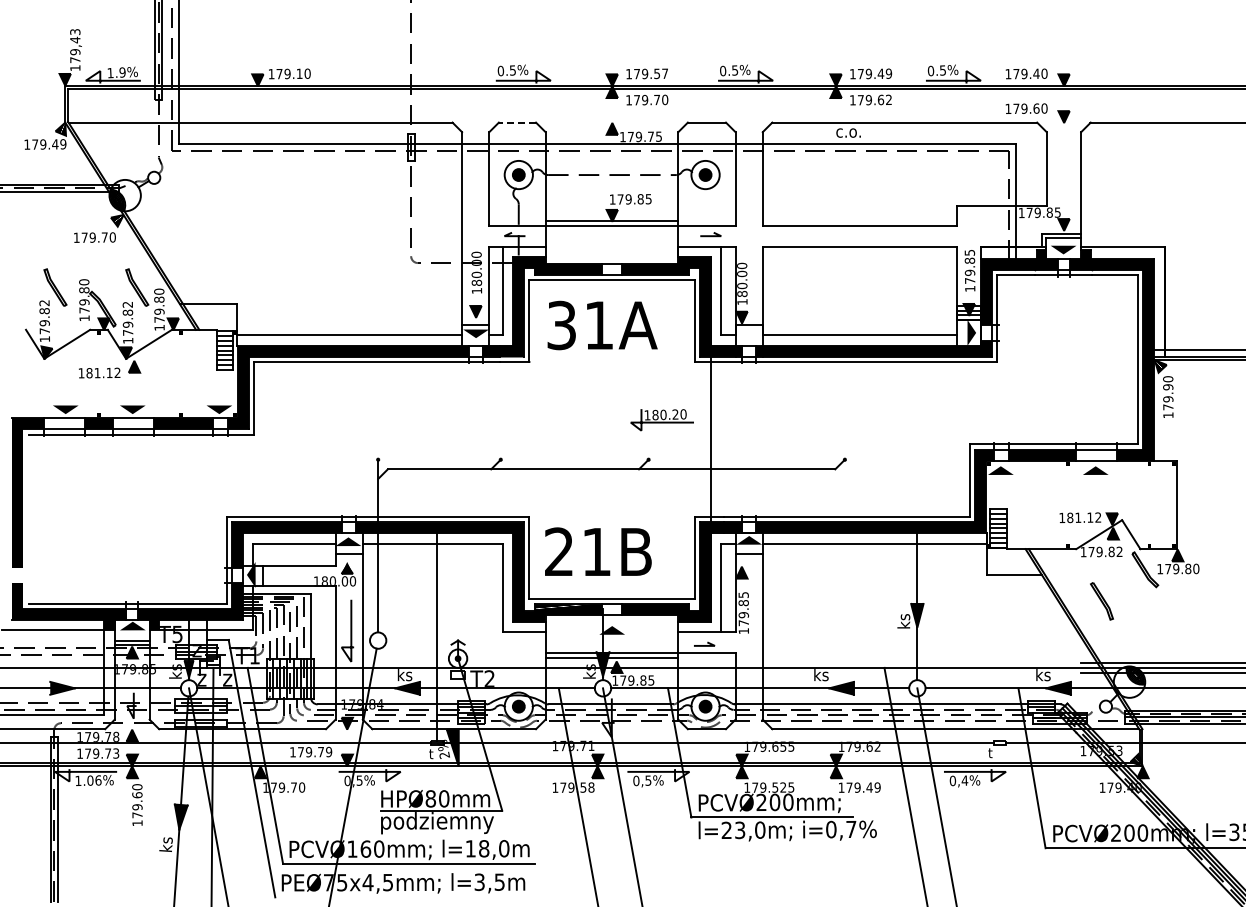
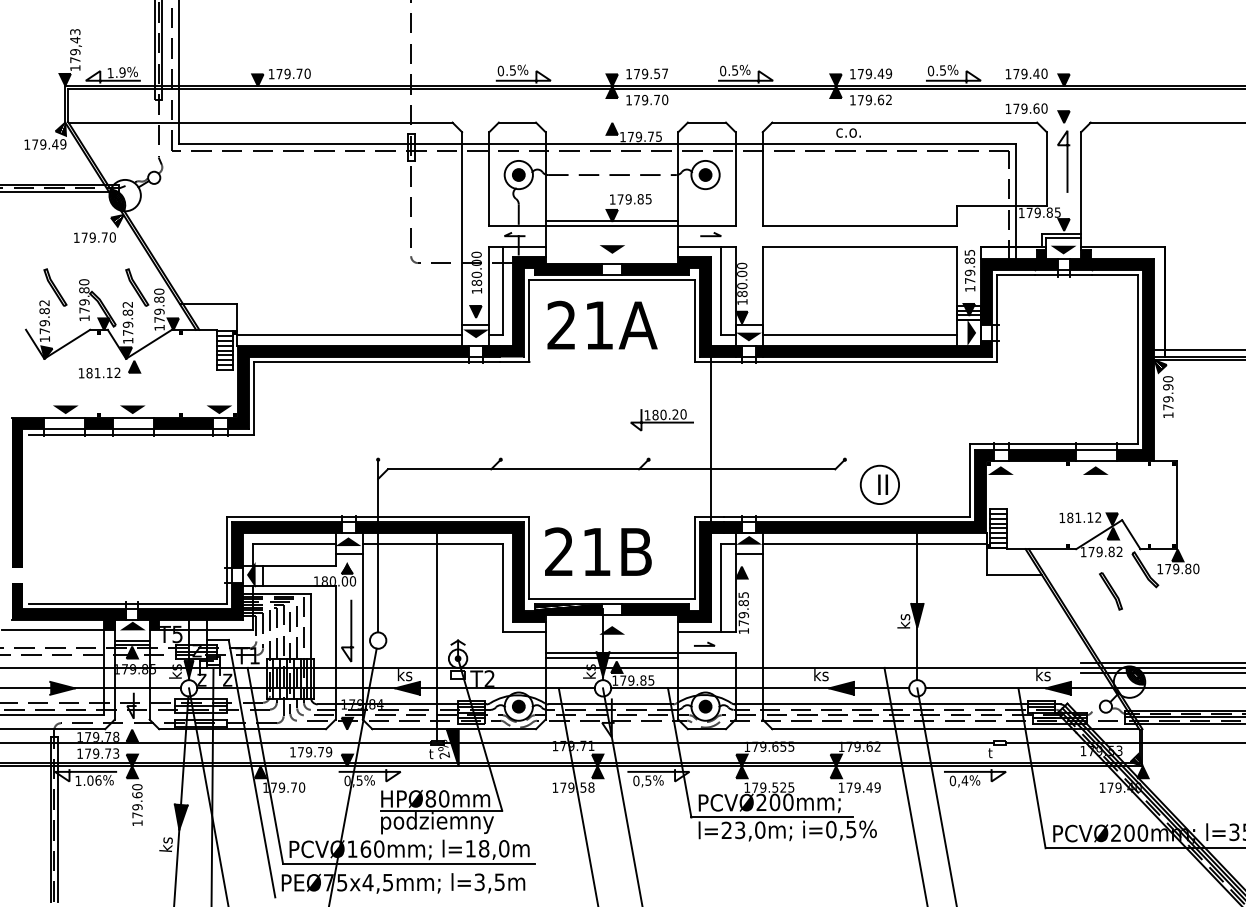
text at (299, 73): 179.10 -> 179.70
line at (517, 122): dashed -> solid
line at (1066, 161): none -> present
part at (612, 249): none -> present
text at (561, 325): 31A -> 21A
fill at (748, 336): none -> present
part at (879, 484): none -> present
part at (1101, 601) position: (1101, 601) -> (1110, 591)
text at (851, 829): i=0,7% -> i=0,5%
